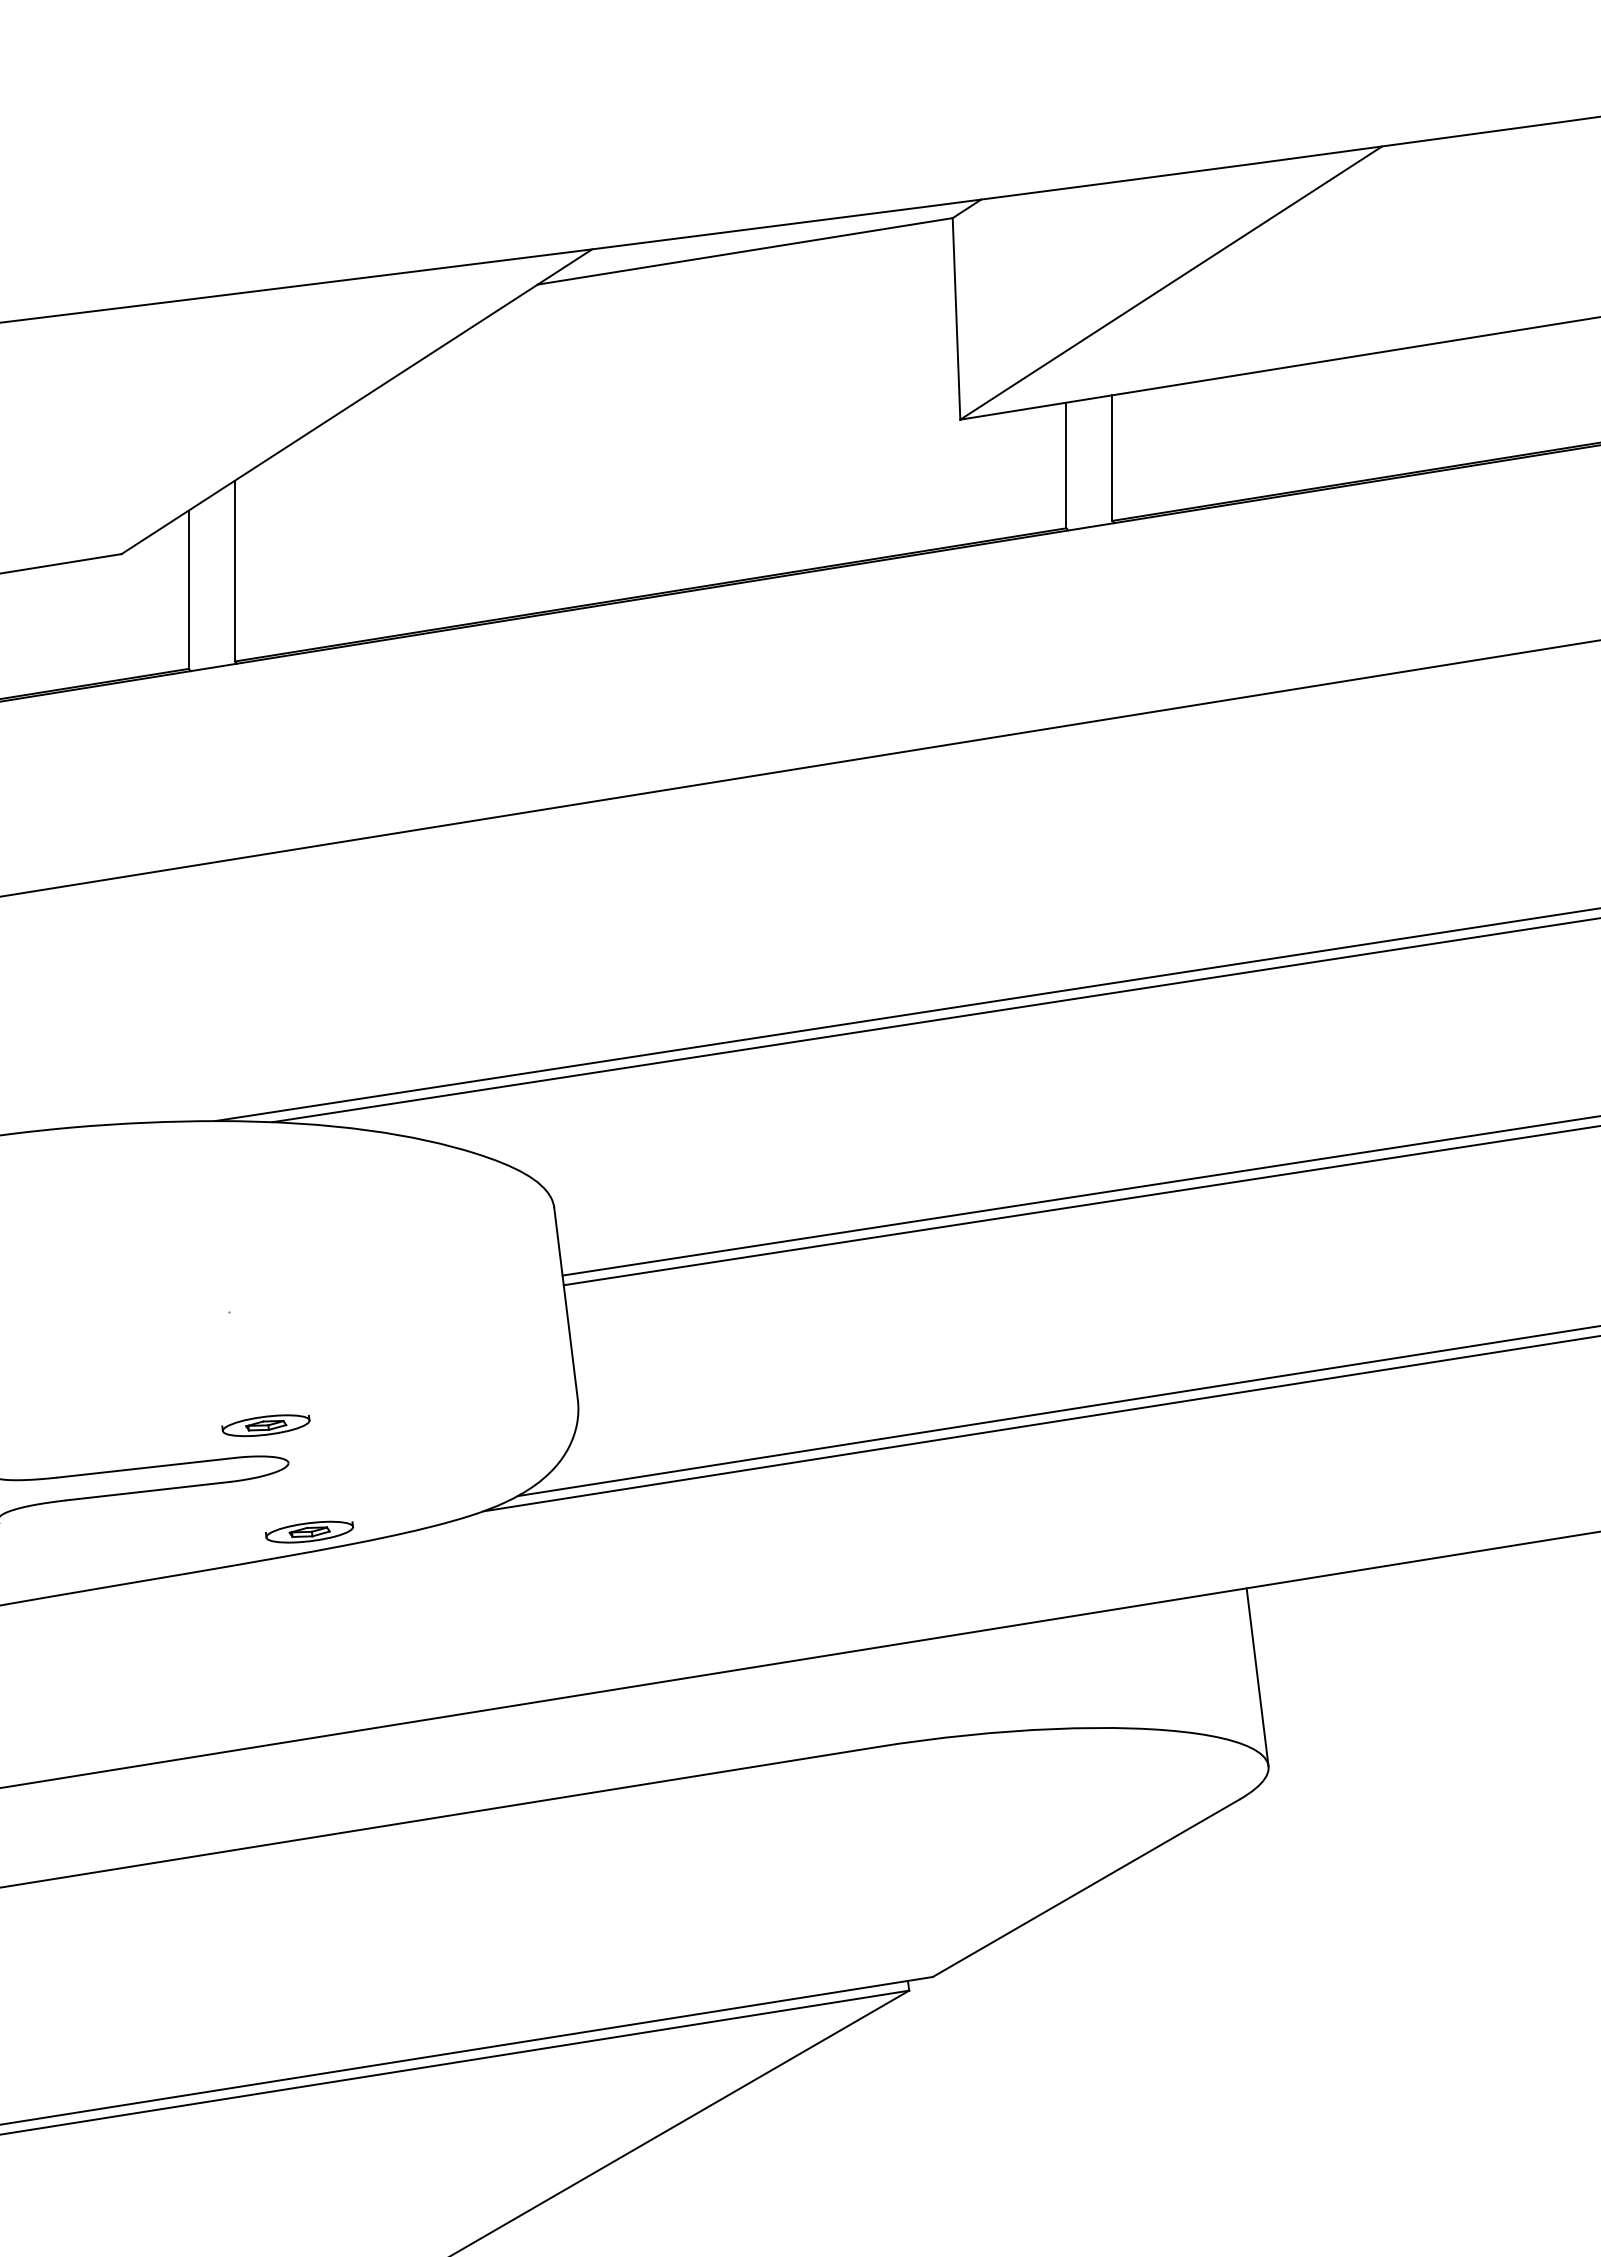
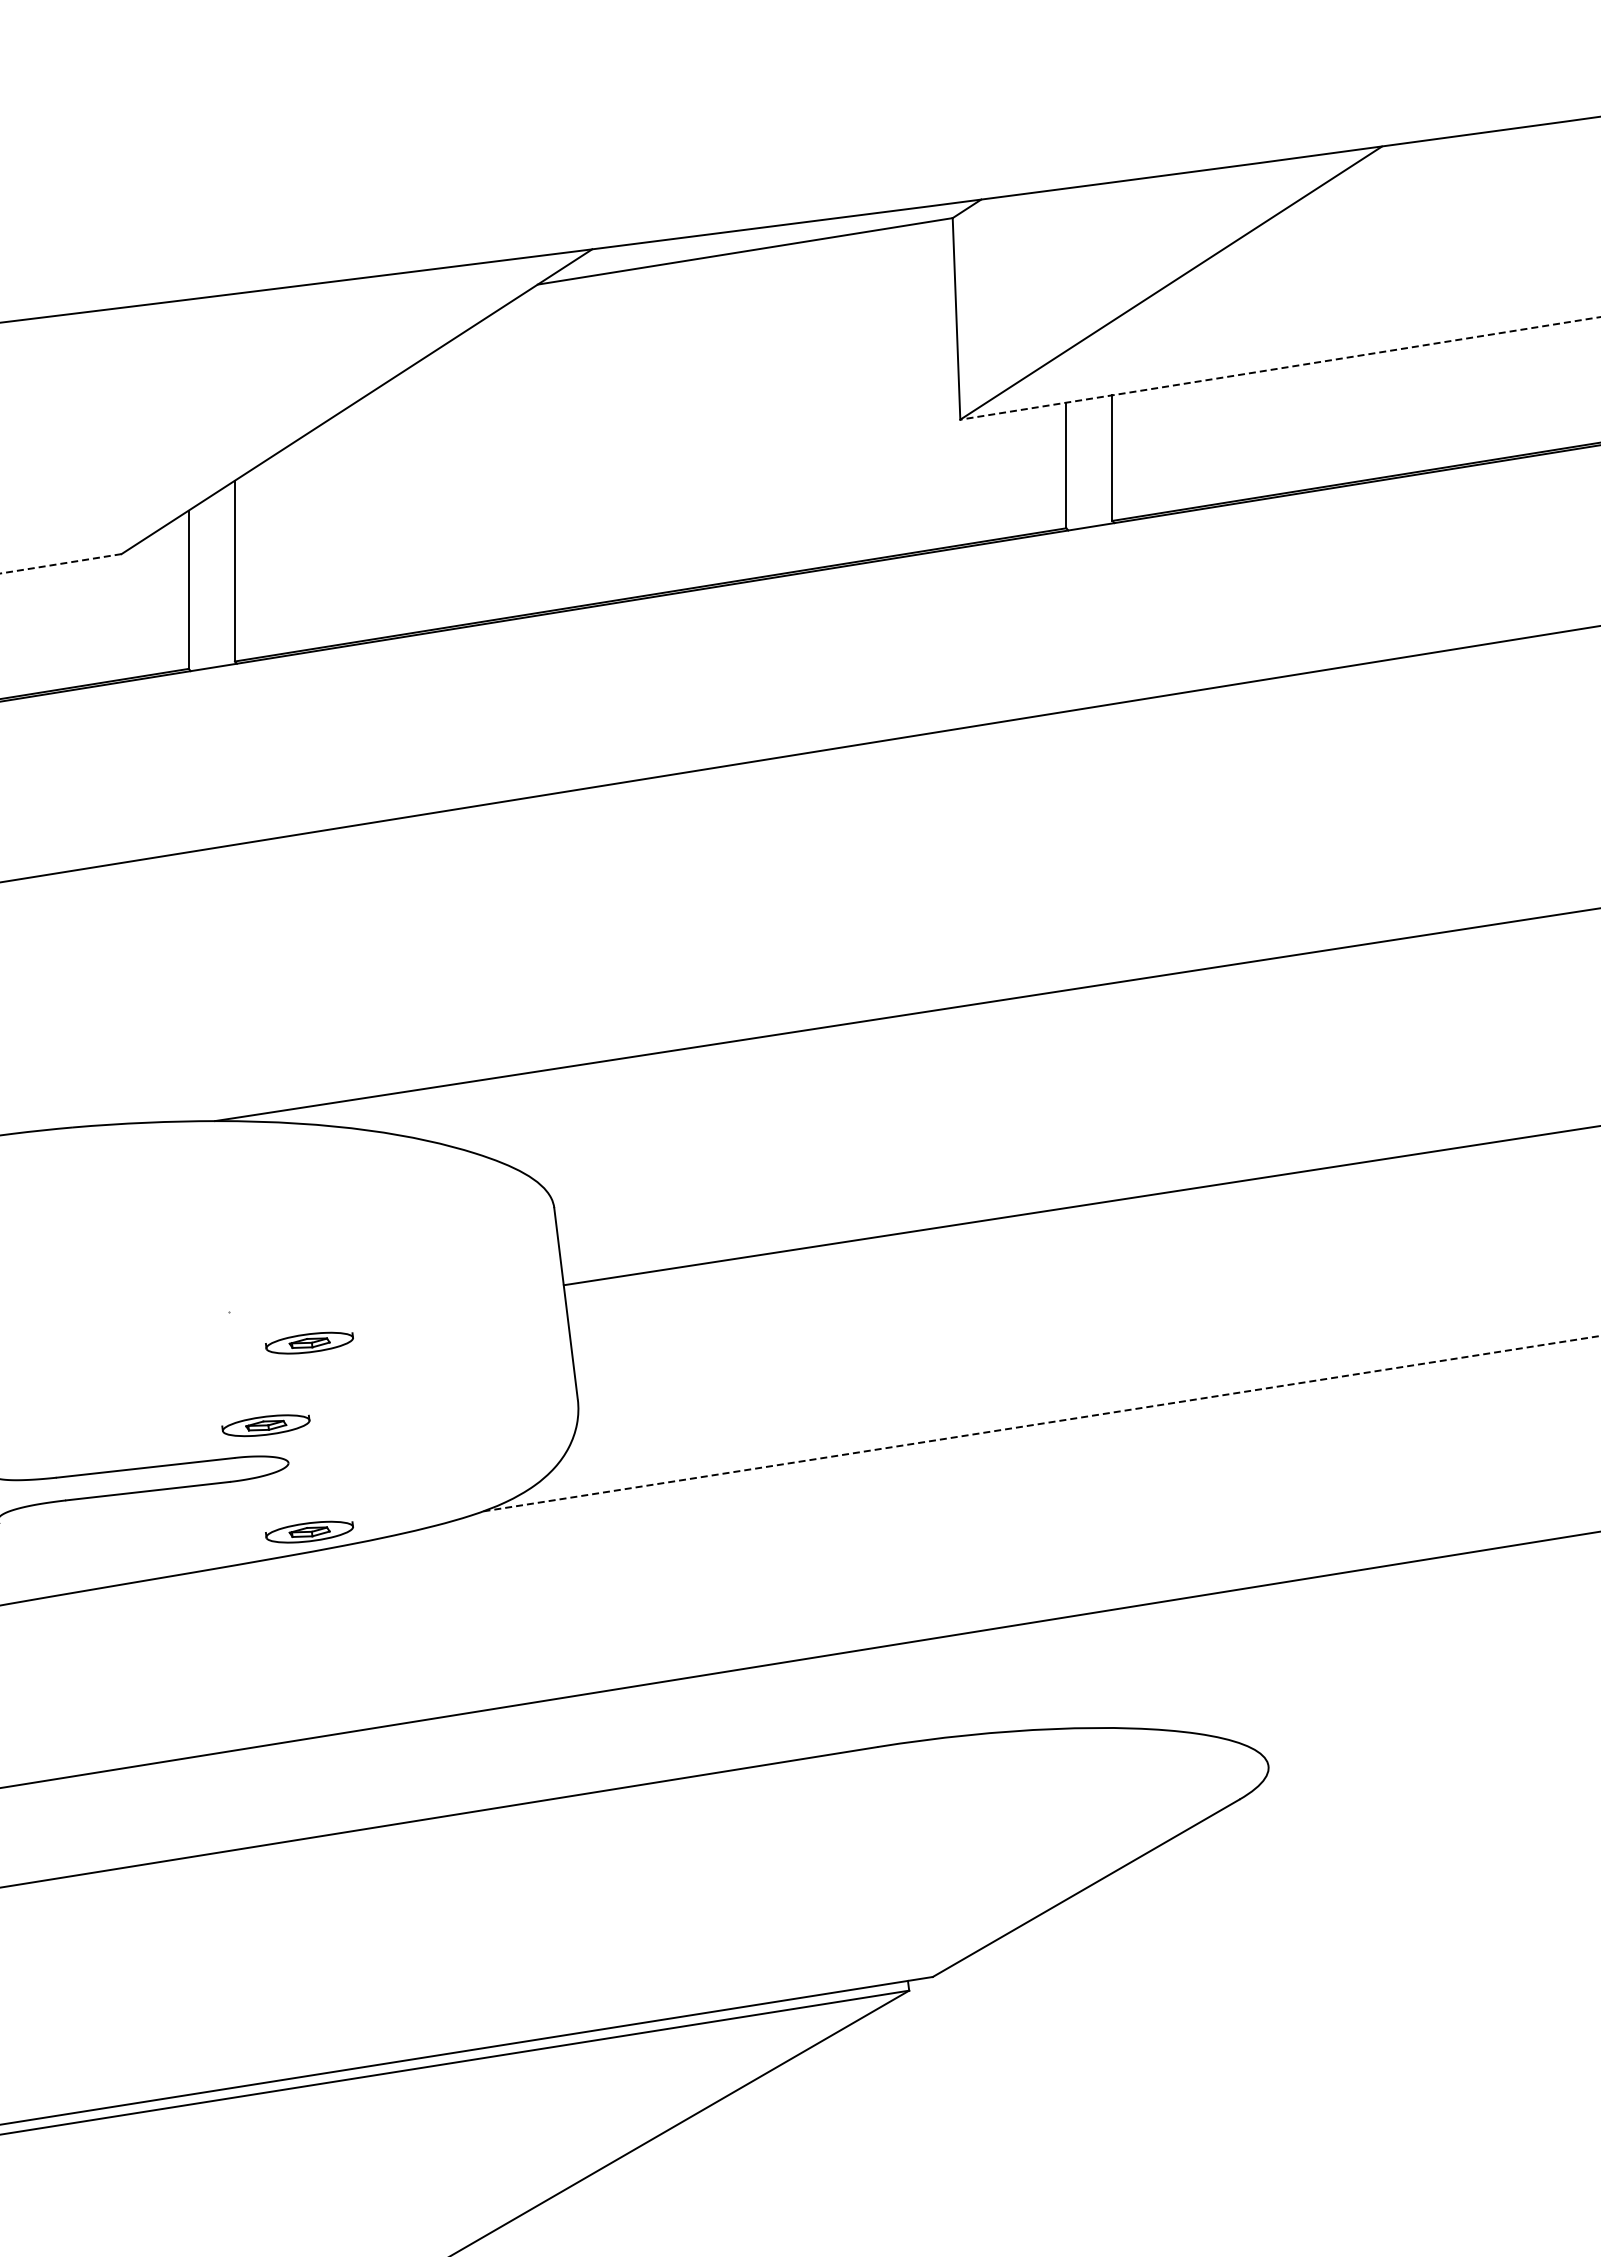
line at (1279, 368): solid -> dashed
line at (60, 563): solid -> dashed
line at (799, 768) position: (799, 768) -> (799, 754)
line at (934, 1020): present -> none
line at (1079, 1195): present -> none
part at (309, 1342): none -> present
line at (1057, 1411): present -> none
line at (1042, 1423): solid -> dashed
line at (1257, 1677): present -> none
